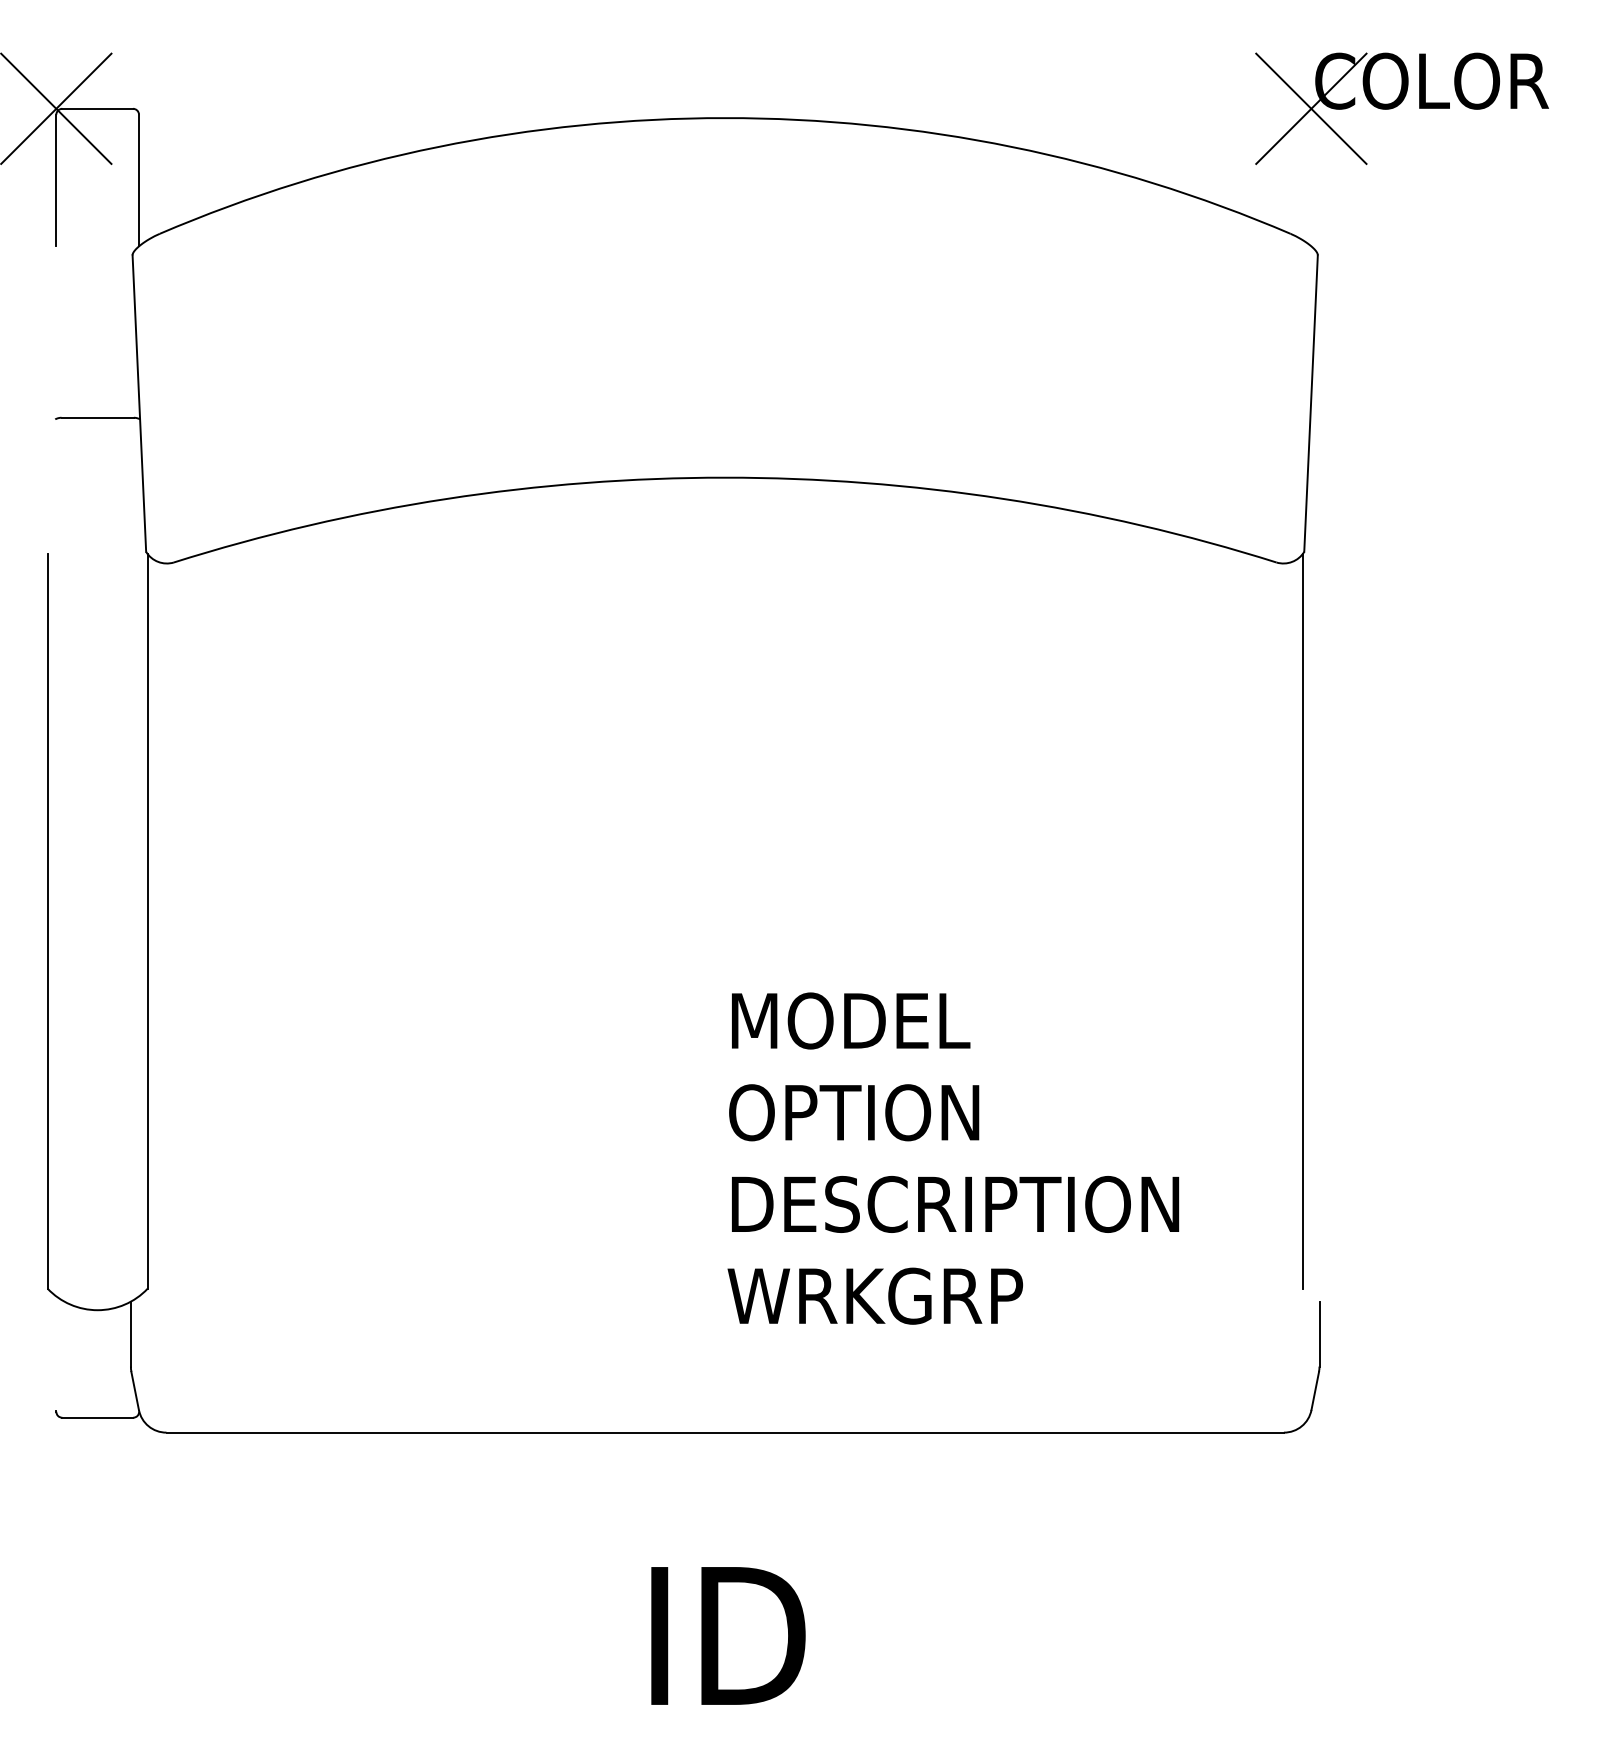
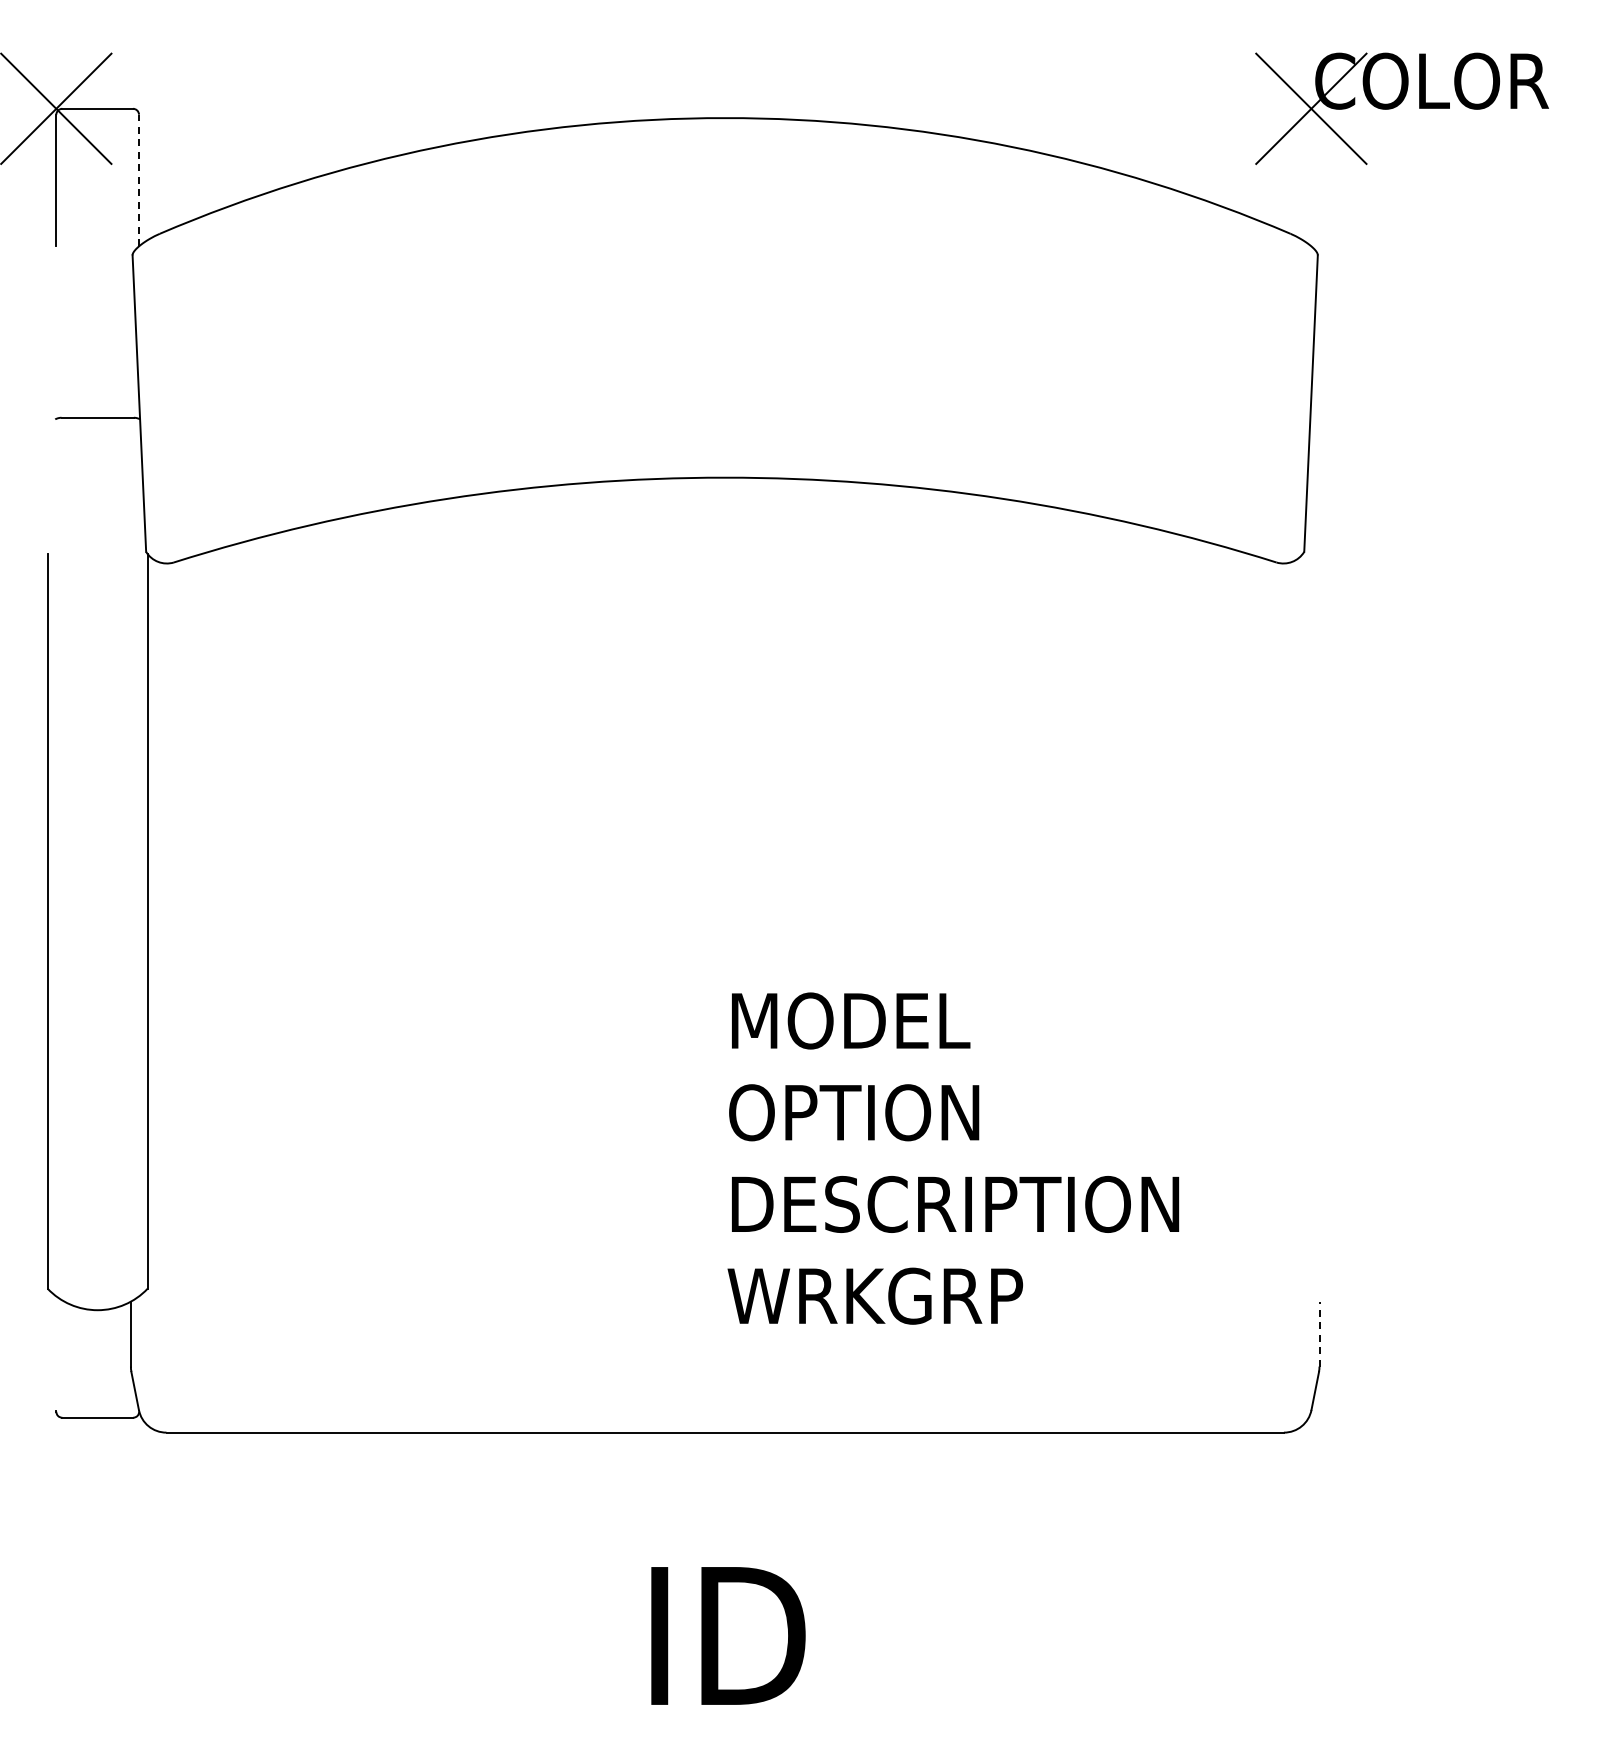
line at (139, 180): solid -> dashed
line at (1302, 920): present -> none
line at (1319, 1333): solid -> dashed
